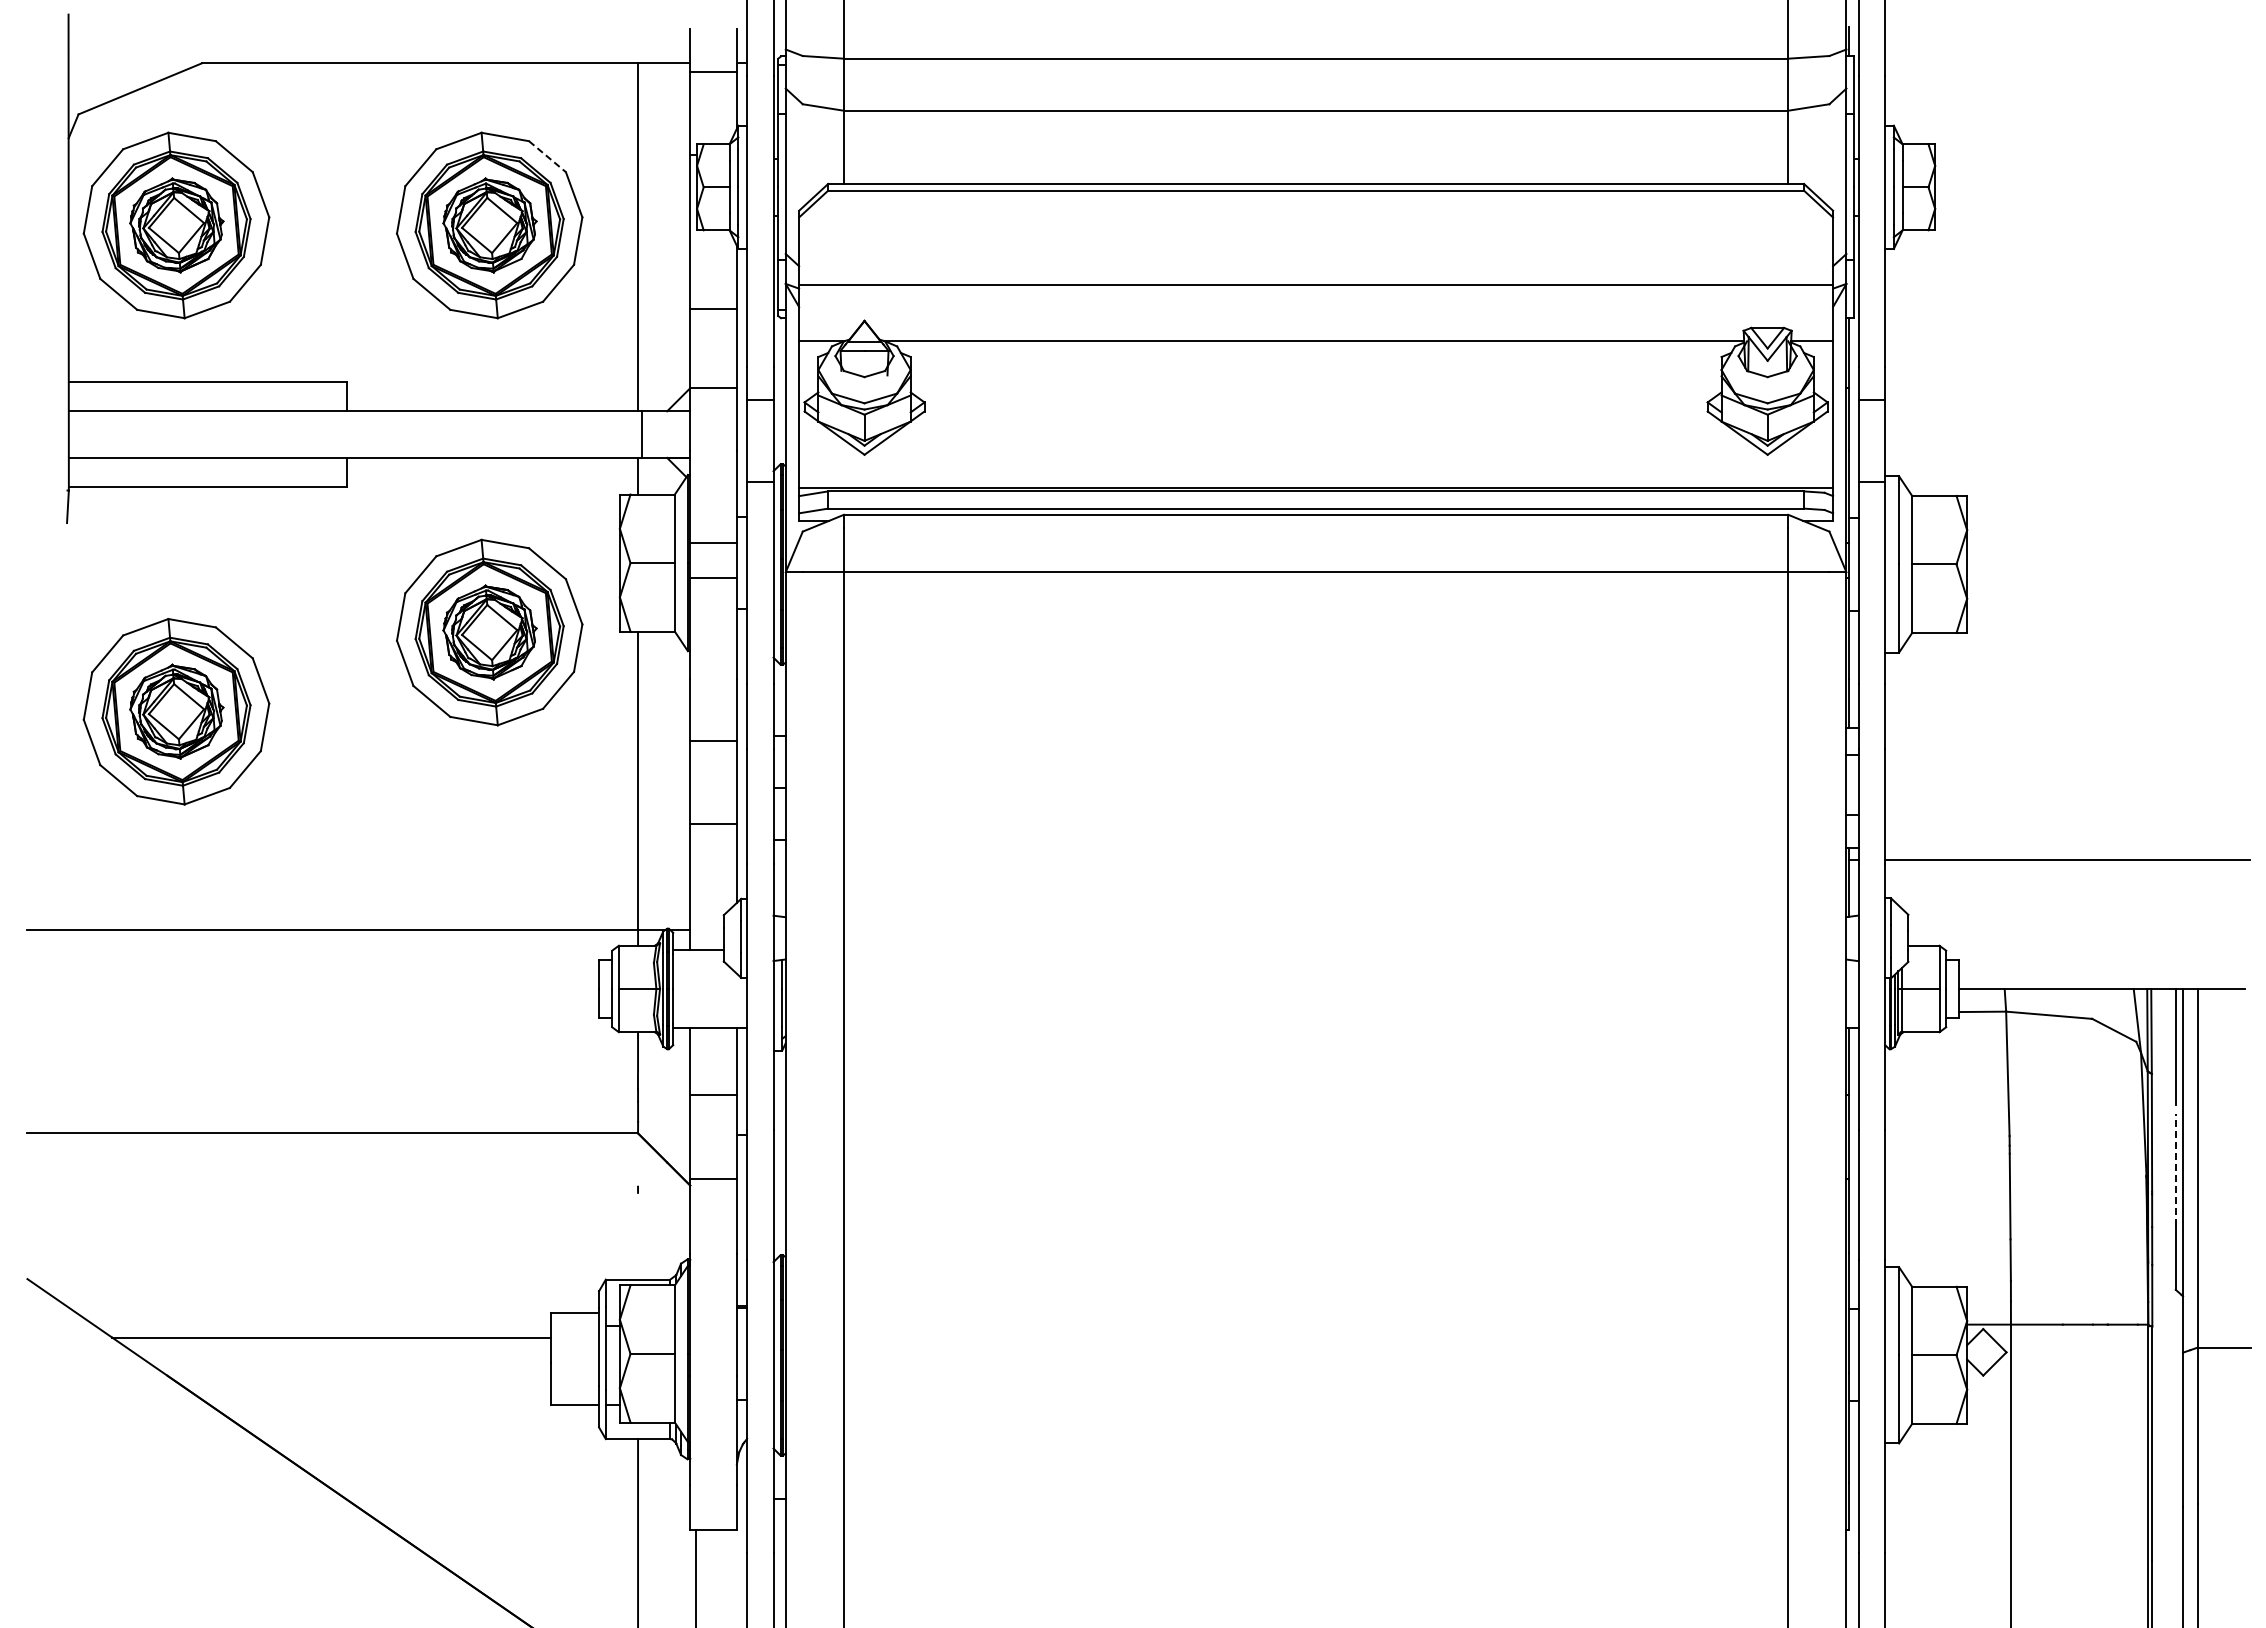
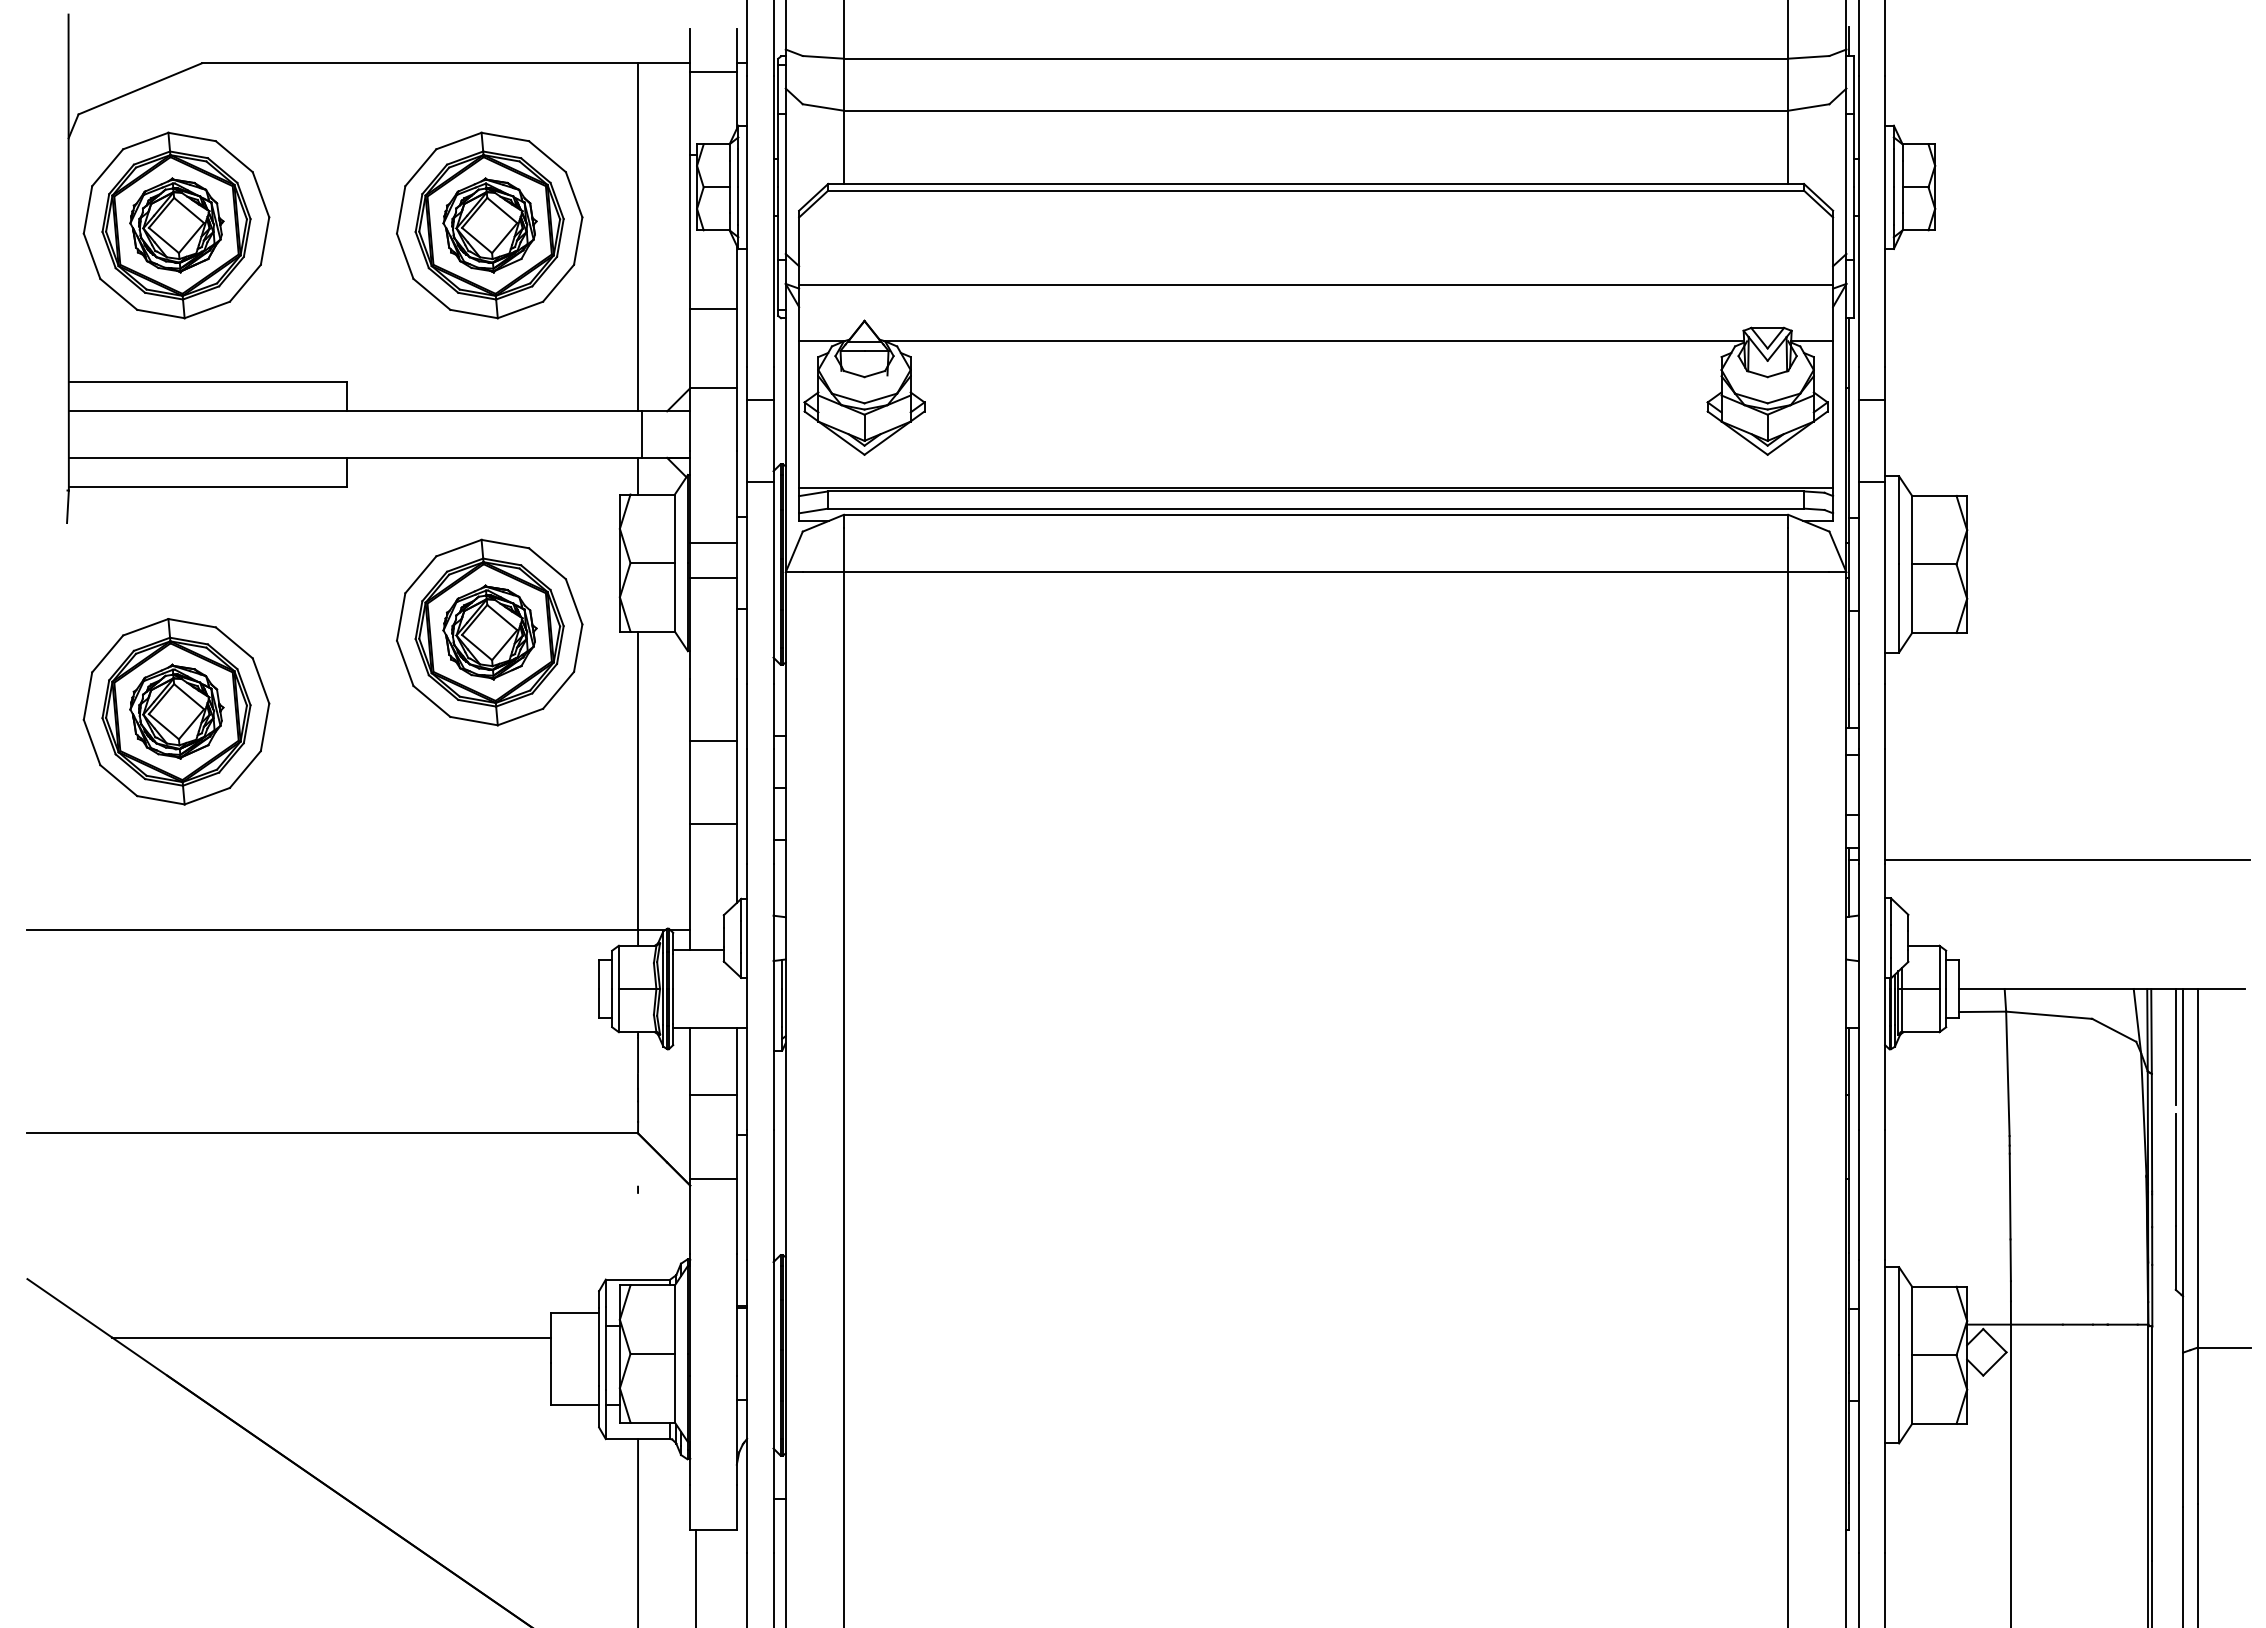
line at (547, 156): dashed -> solid
line at (2175, 1170): dashed -> solid
